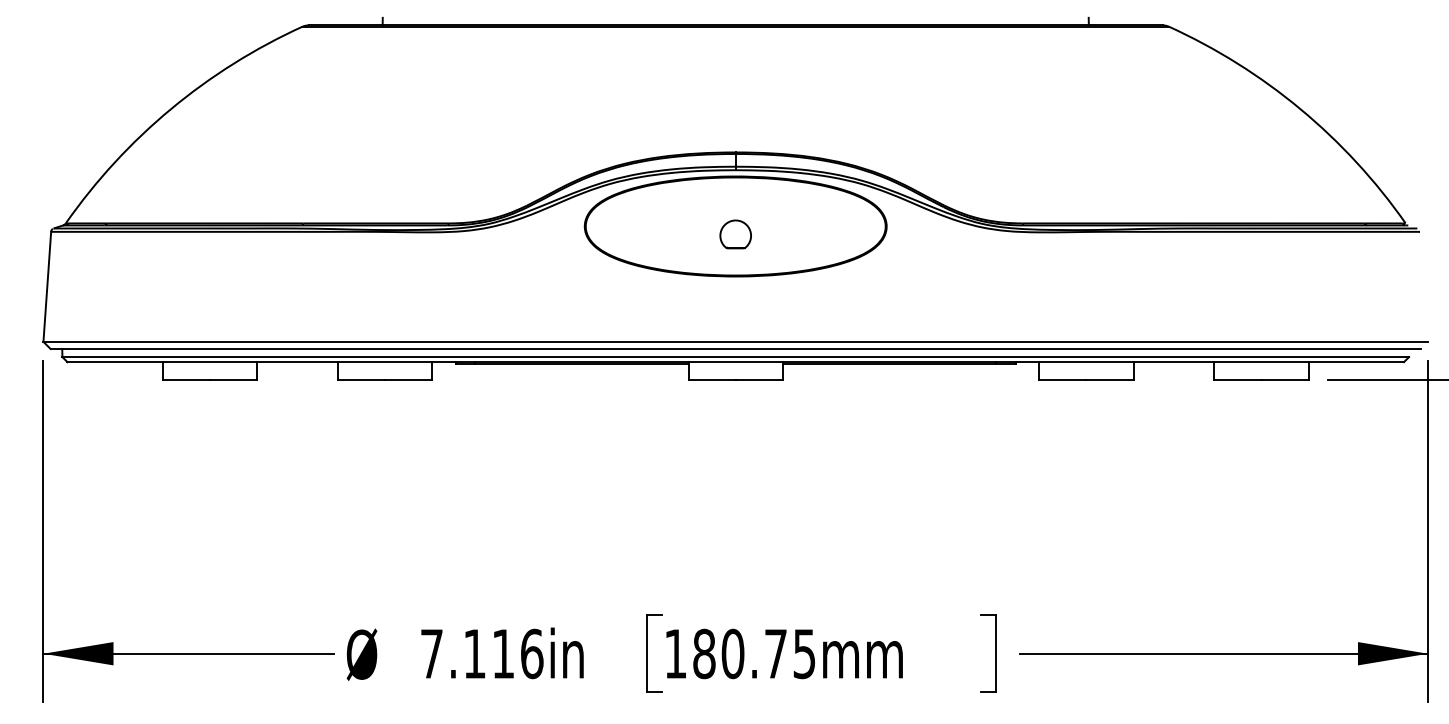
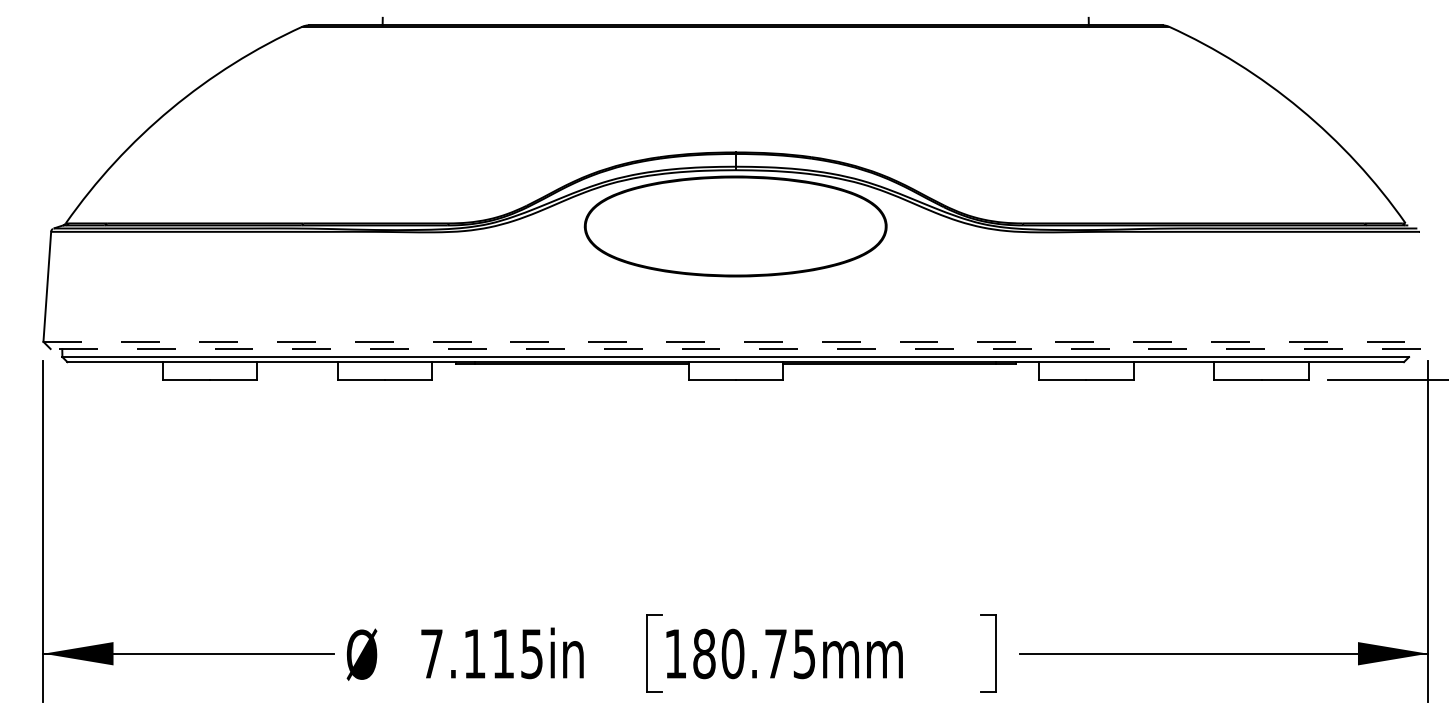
part at (735, 234): present -> none
line at (736, 341): solid -> dashed
line at (735, 349): solid -> dashed
text at (532, 653): 7.116in -> 7.115in
